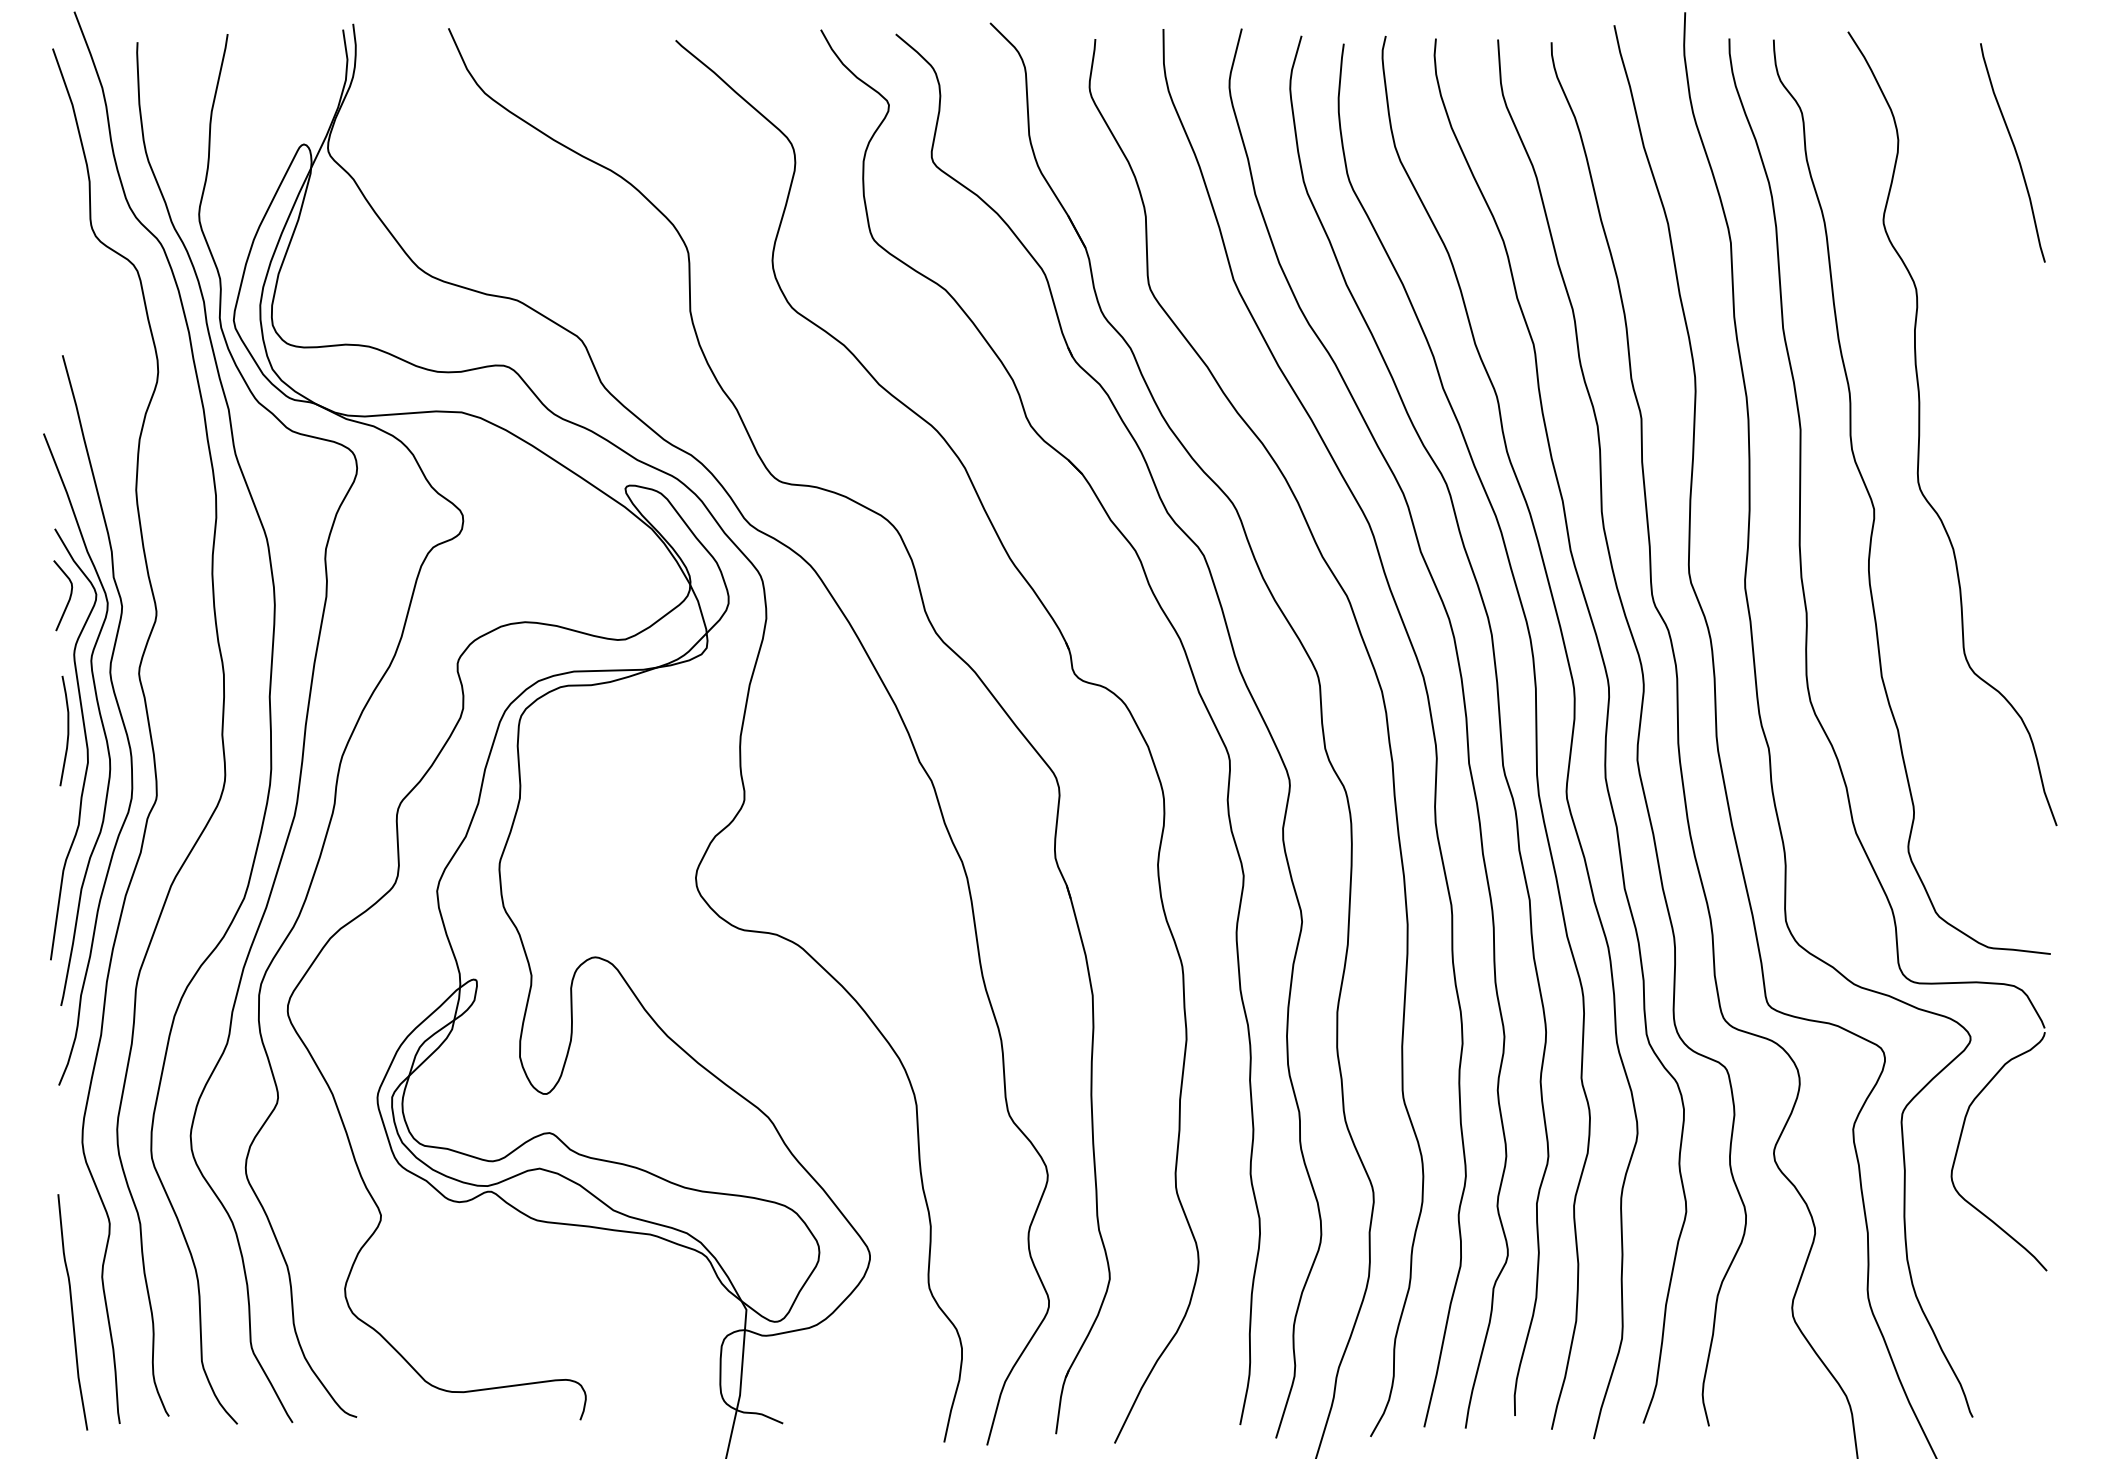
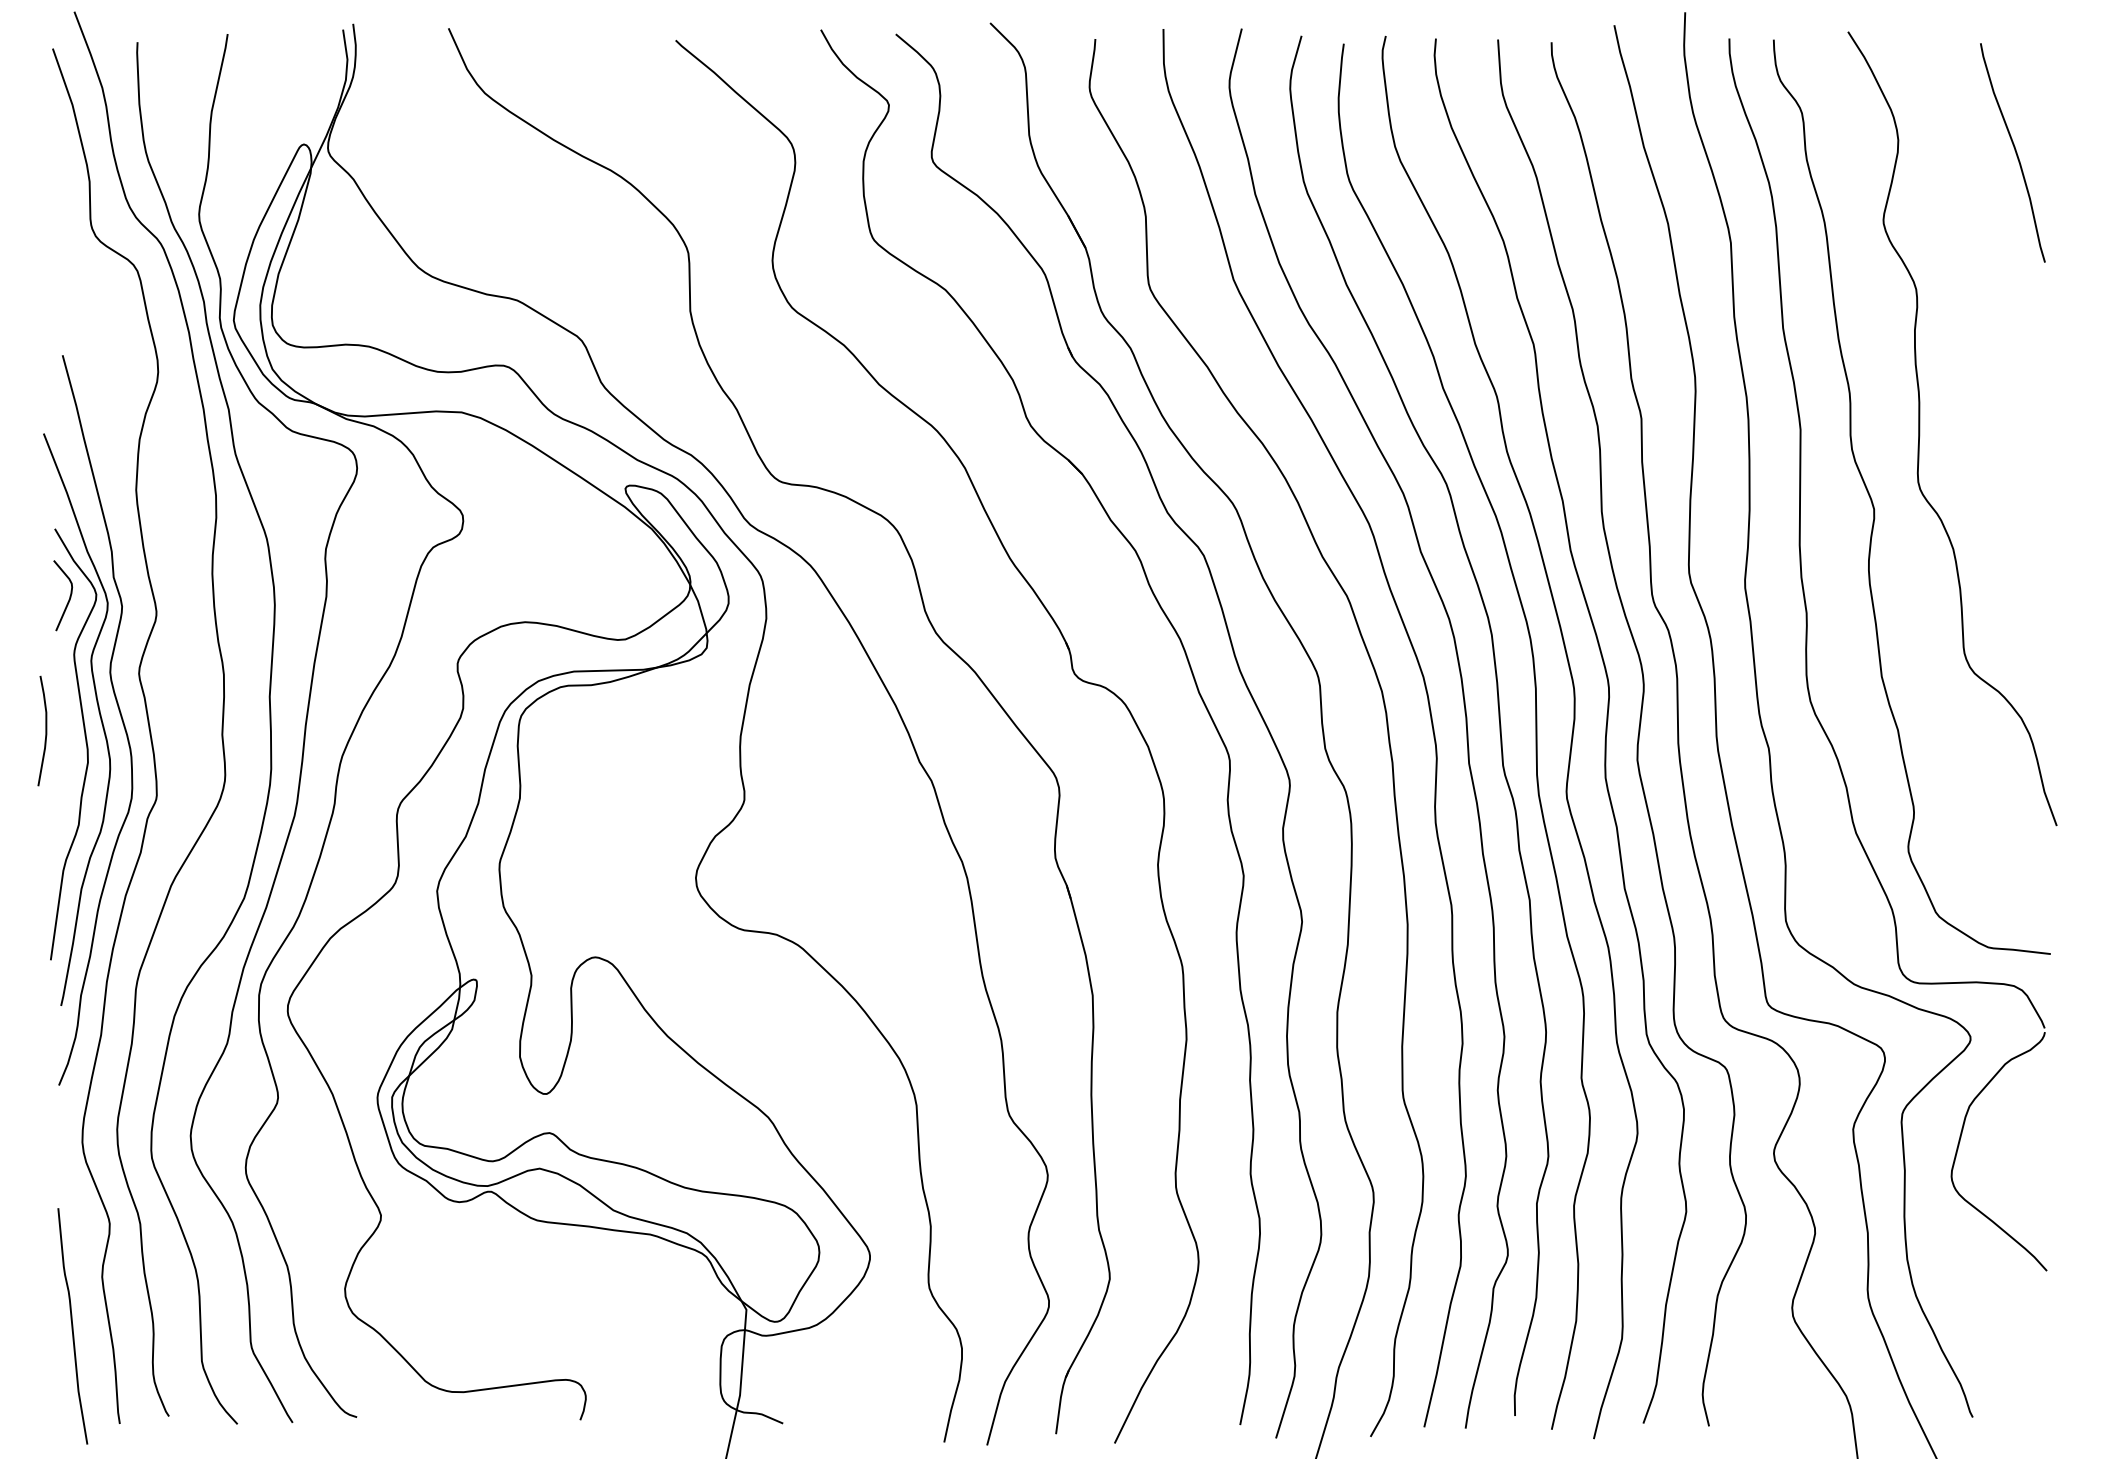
curve at (67, 730) position: (67, 730) -> (45, 730)
curve at (72, 1312) position: (72, 1312) -> (72, 1326)
